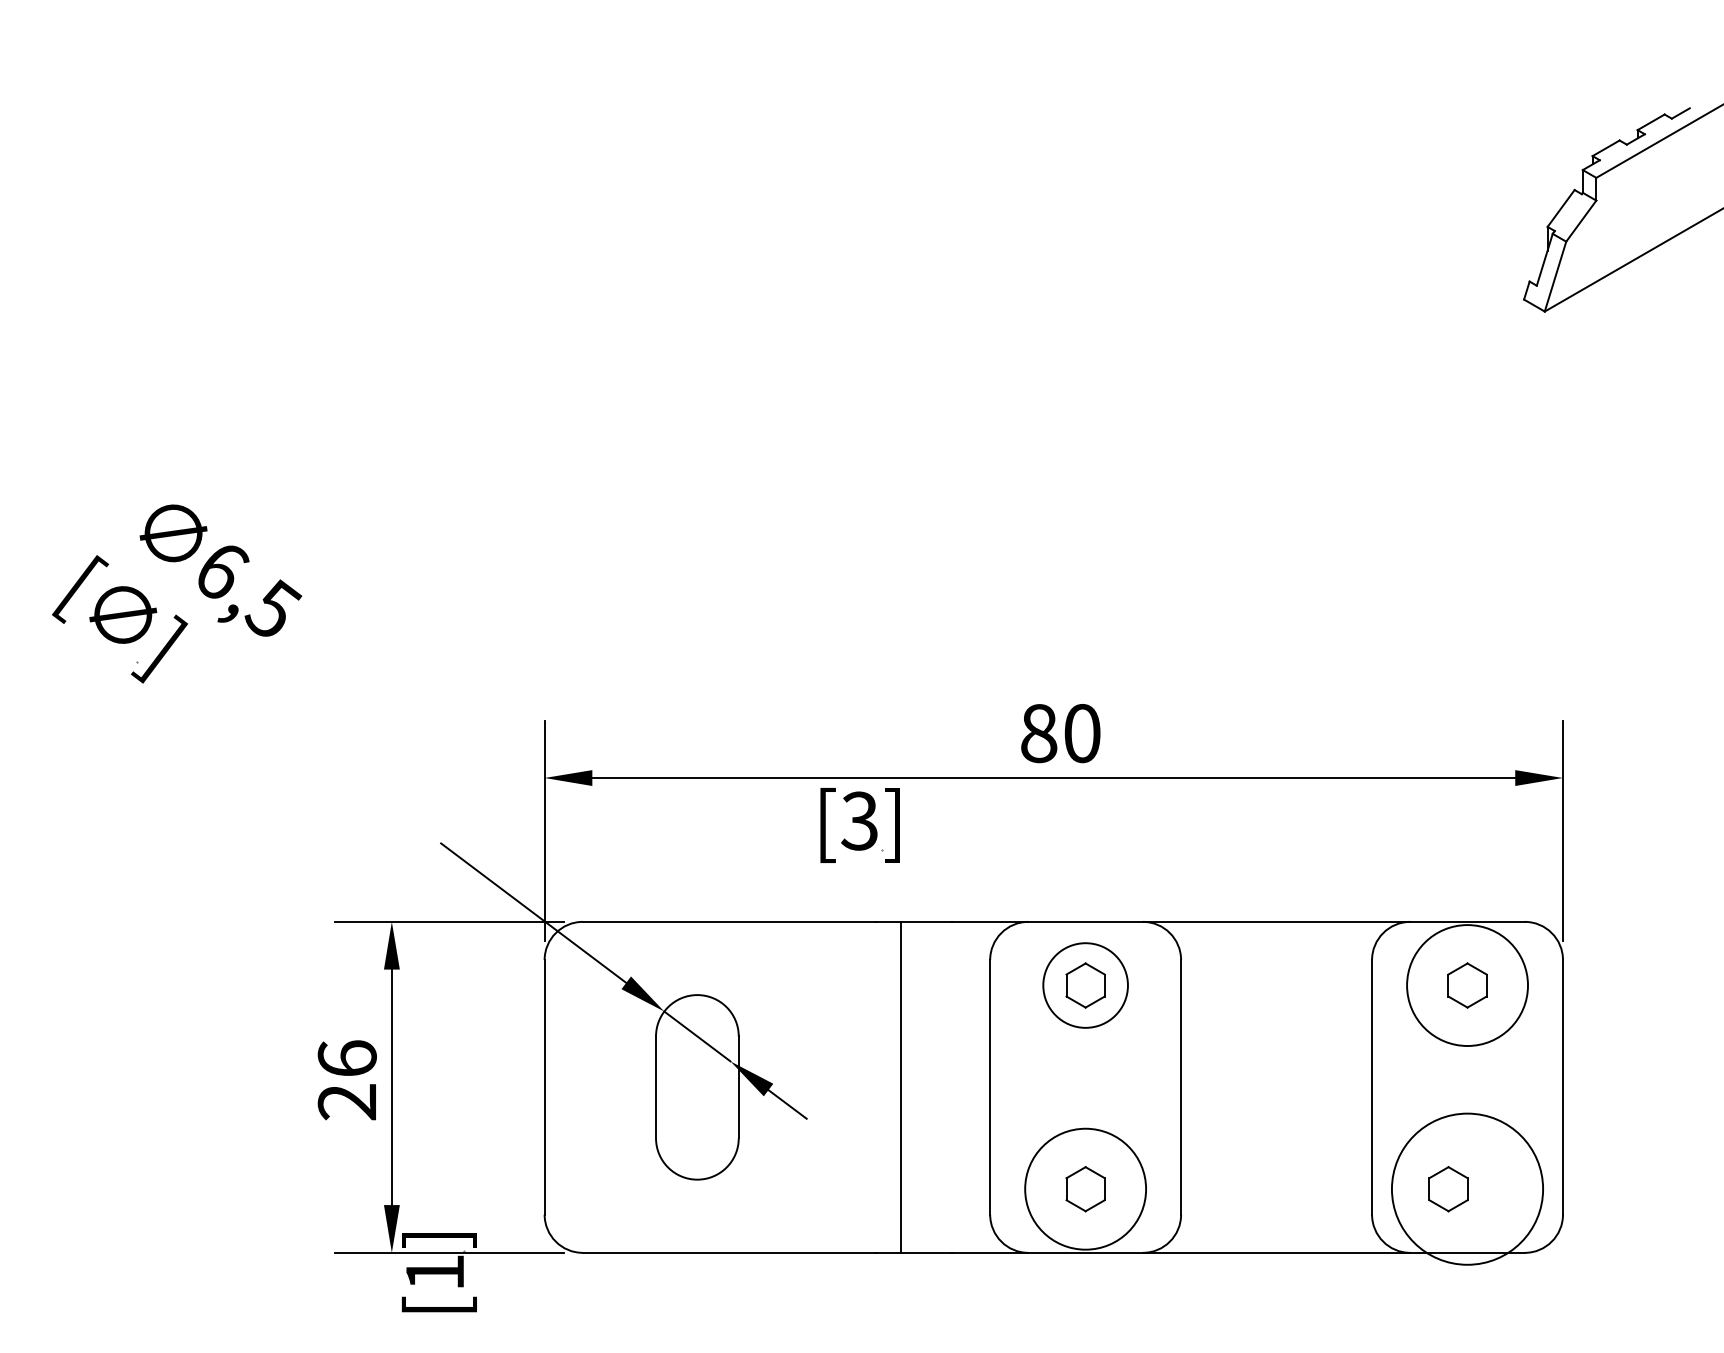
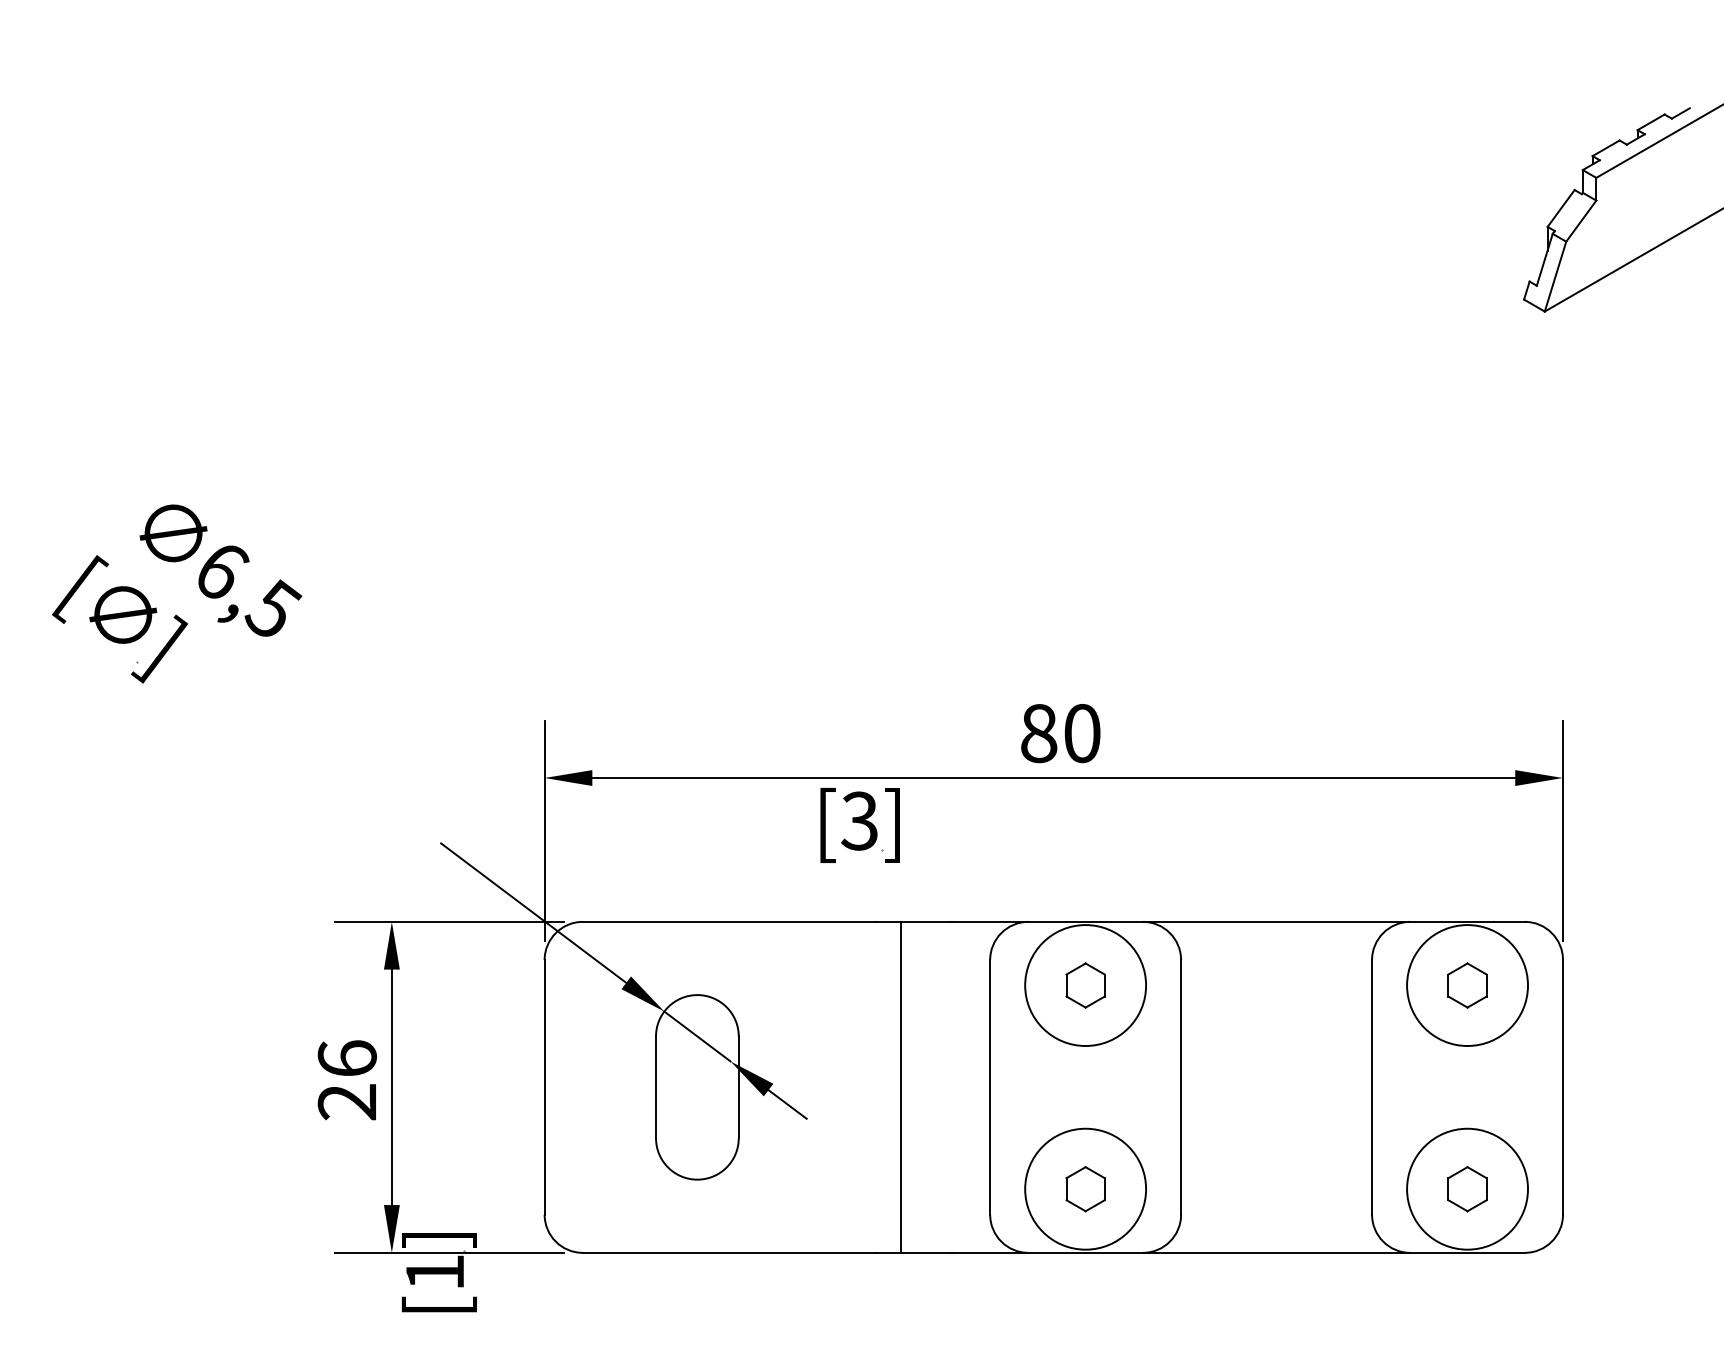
circle at (1085, 985) diameter: 85 px -> 121 px
circle at (1467, 1188) diameter: 151 px -> 121 px
part at (1448, 1189) position: (1448, 1189) -> (1467, 1189)
